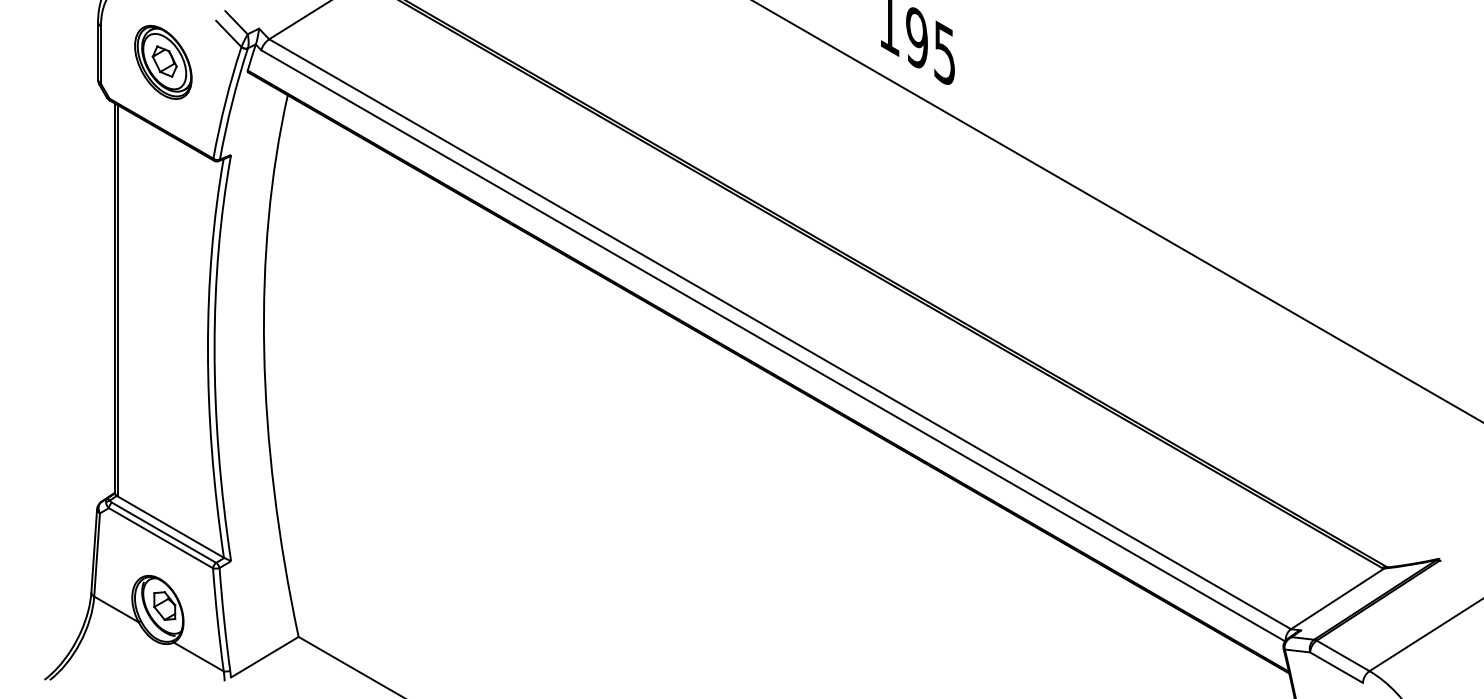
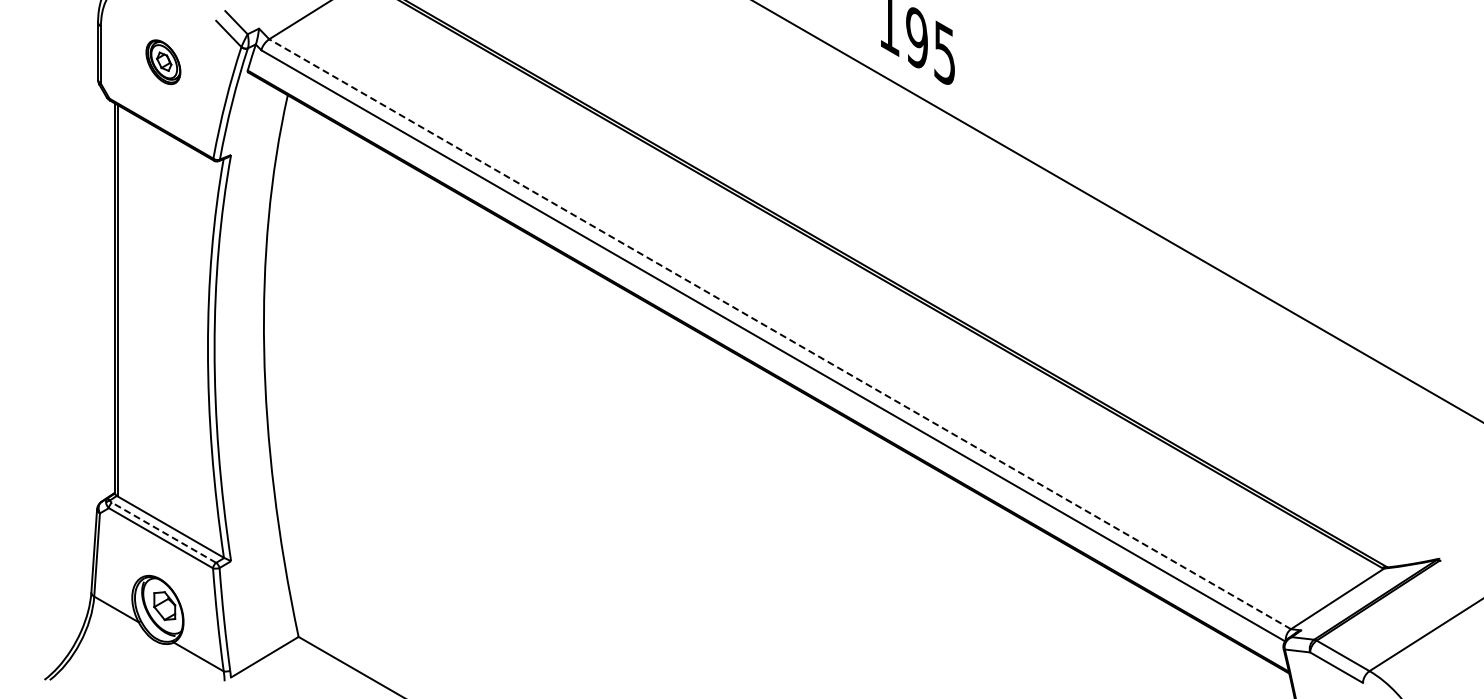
part at (163, 61) size: 59x76 px -> 37x47 px
line at (780, 334): solid -> dashed
line at (163, 532): solid -> dashed
